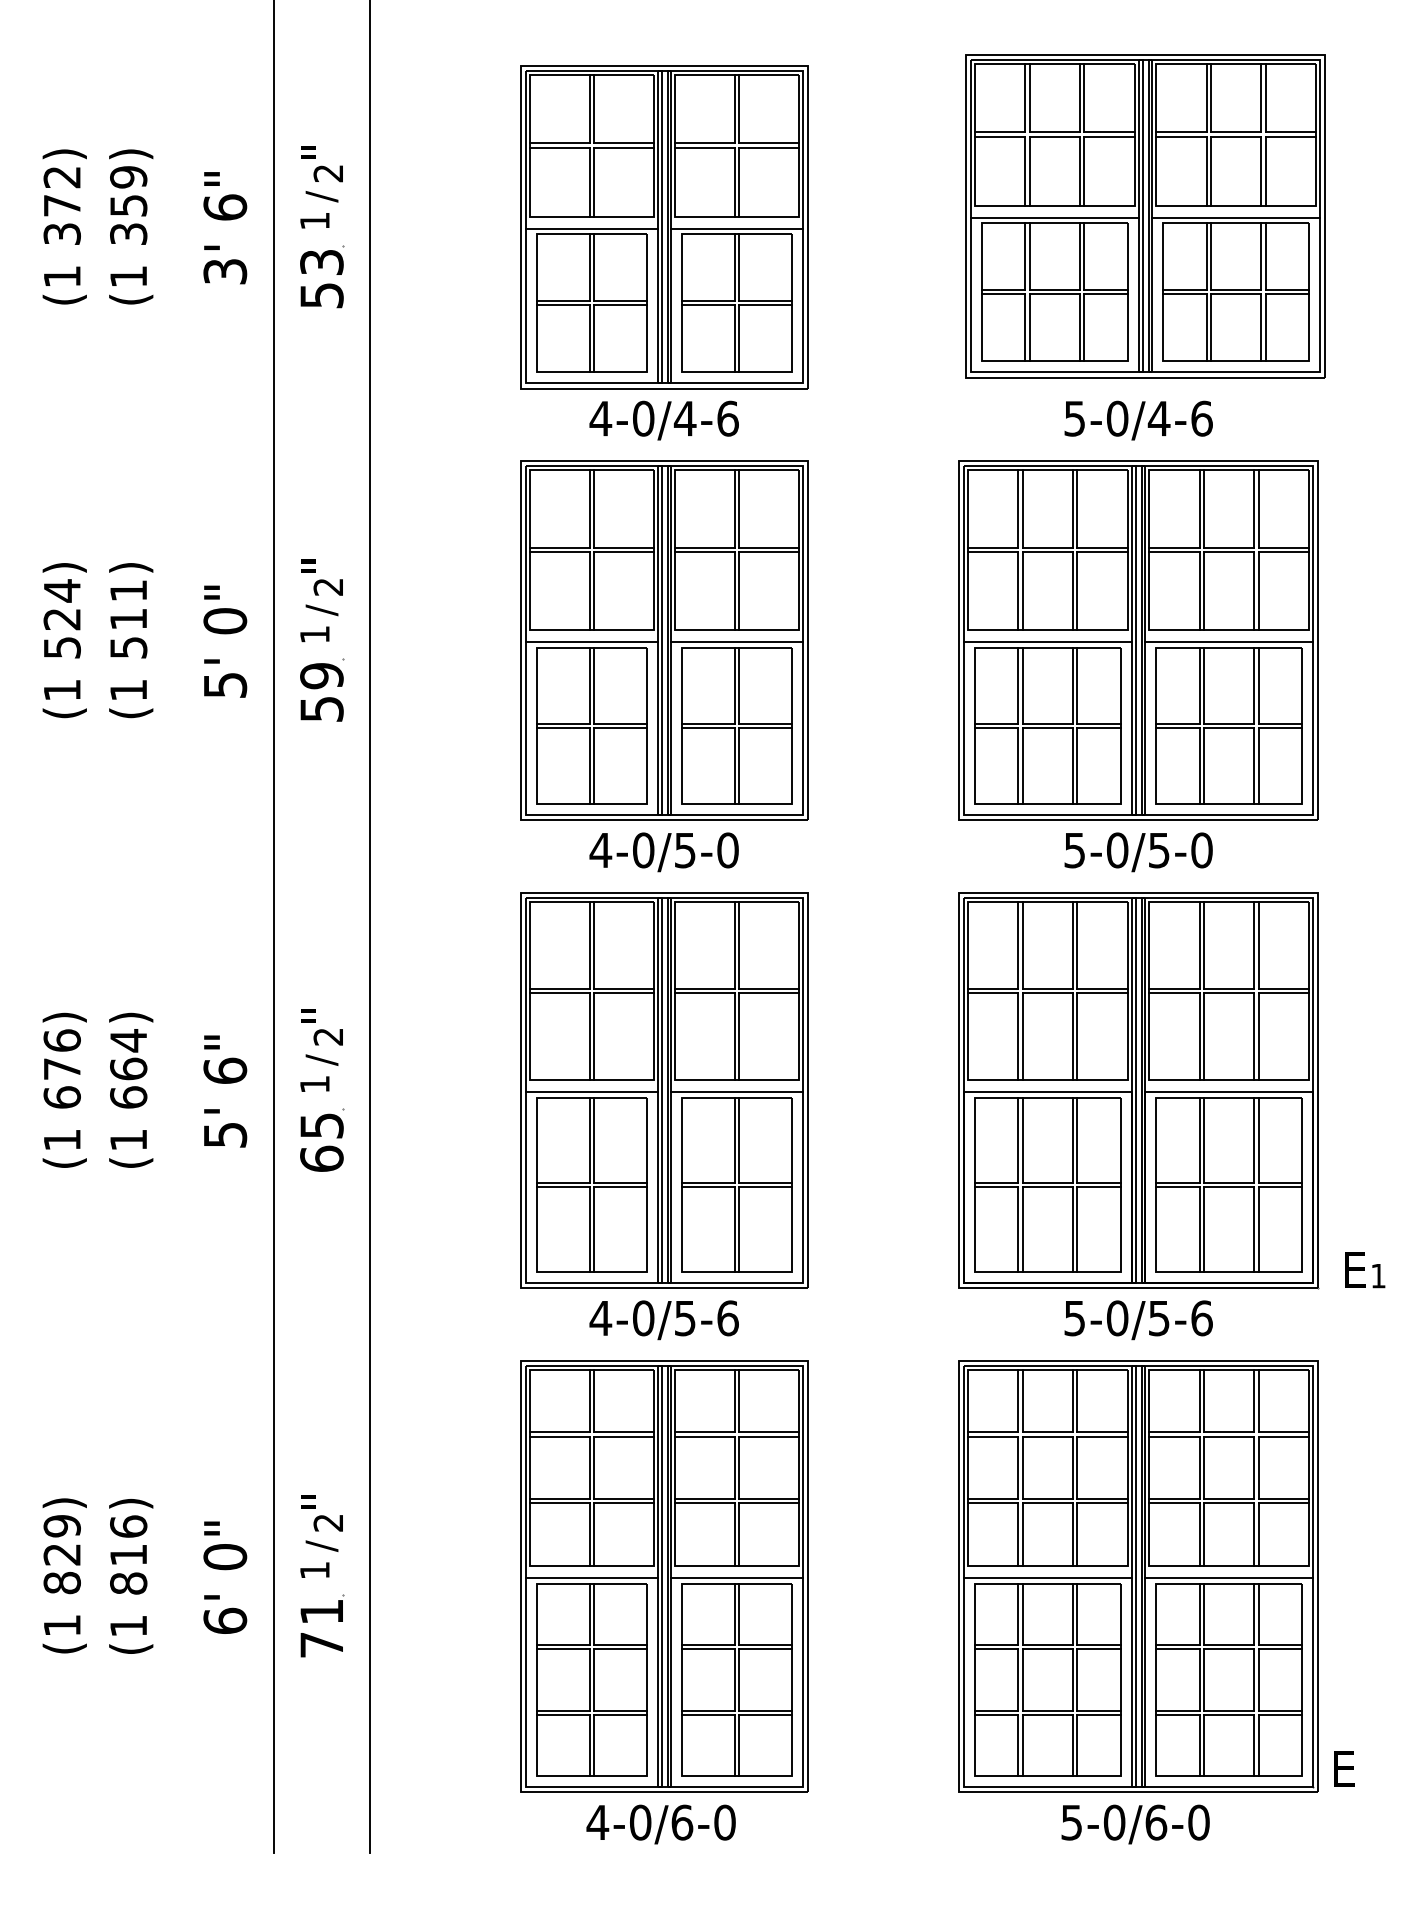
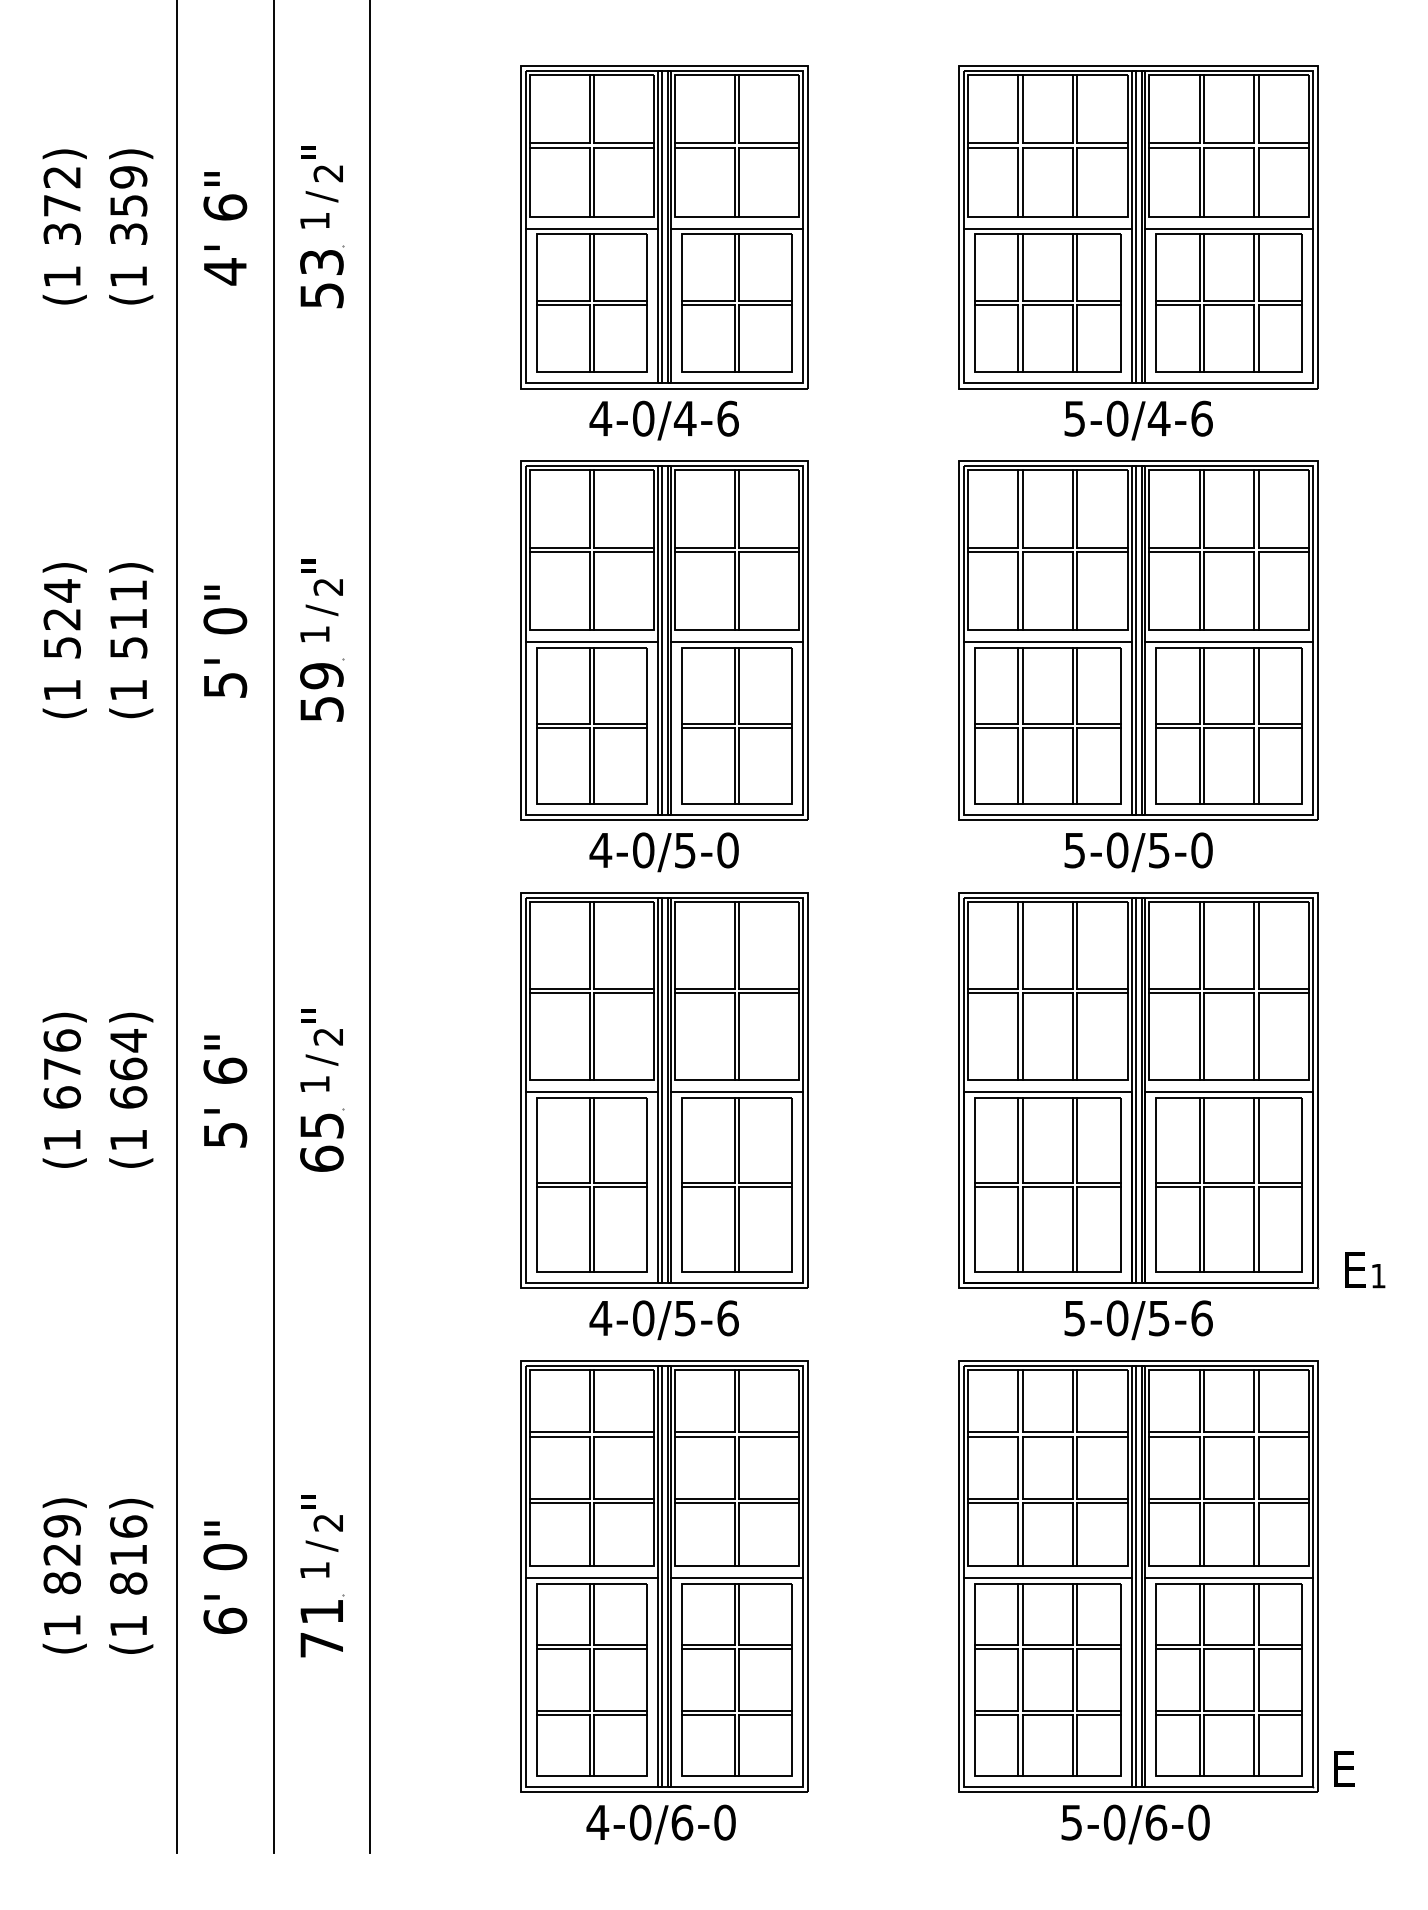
part at (1145, 216) position: (1145, 216) -> (1138, 227)
text at (225, 271): 3' -> 4'
line at (177, 927): none -> present
